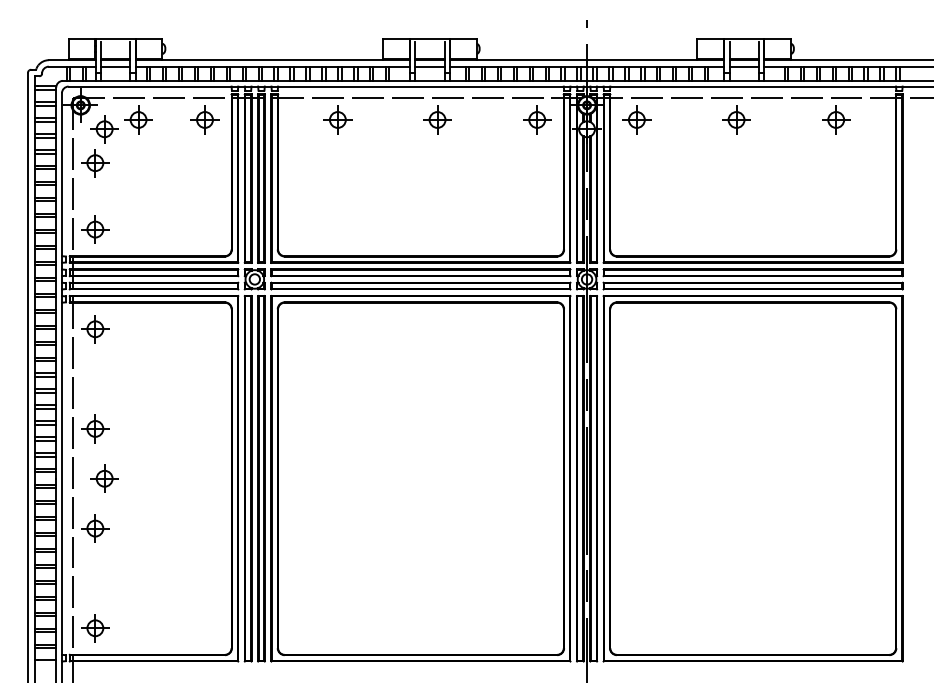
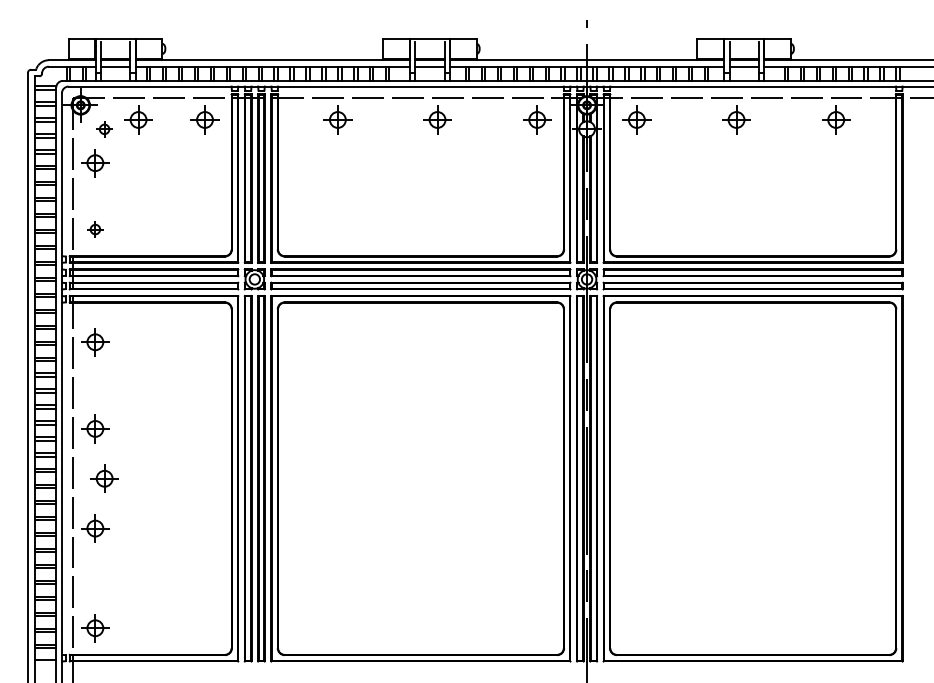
part at (104, 129) size: 29x29 px -> 17x17 px
part at (95, 229) size: 29x29 px -> 17x17 px
part at (95, 329) position: (95, 329) -> (95, 342)
